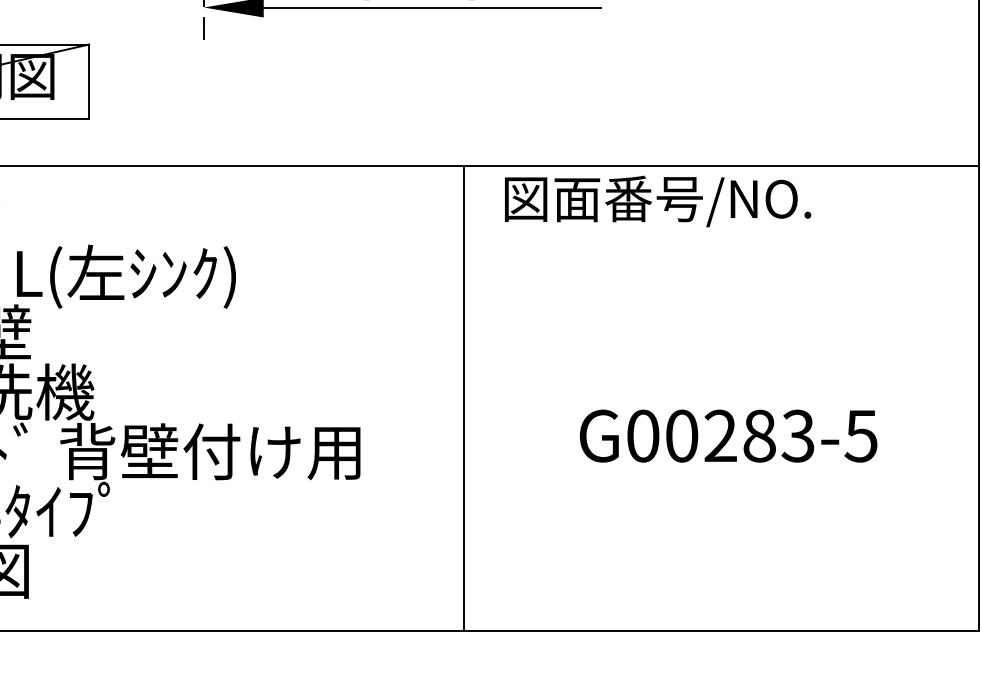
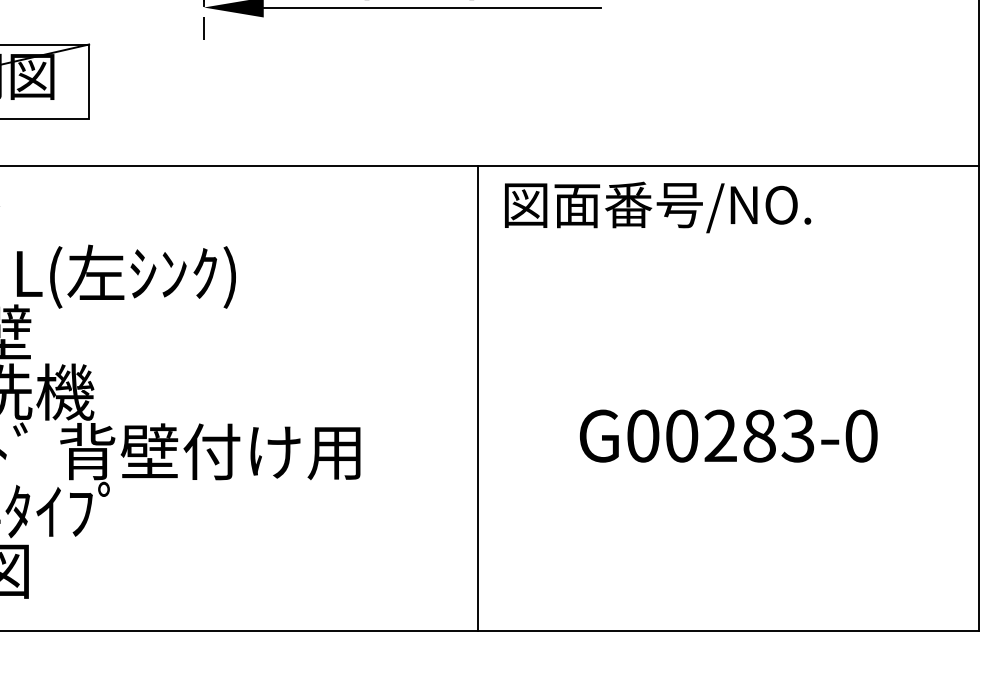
text at (658, 201) position: (658, 201) -> (658, 207)
line at (463, 398) position: (463, 398) -> (477, 398)
text at (860, 435): G00283-5 -> G00283-0
